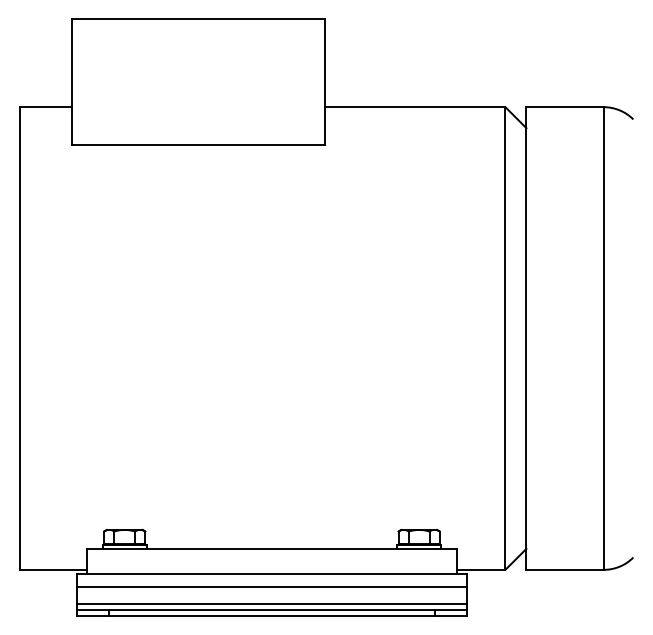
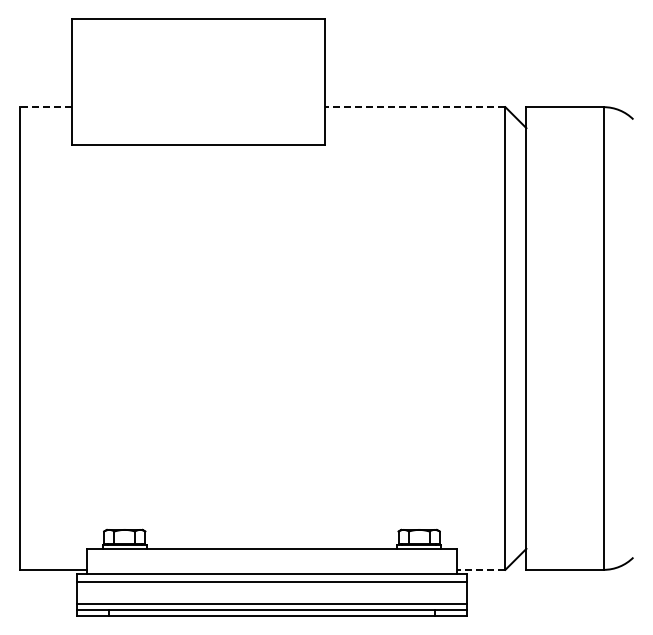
line at (45, 107): solid -> dashed
line at (414, 107): solid -> dashed
line at (480, 569): solid -> dashed
line at (271, 586) position: (271, 586) -> (271, 581)
